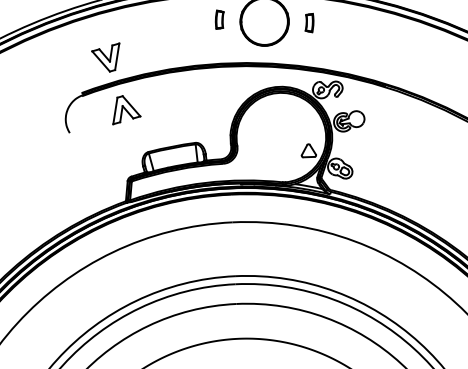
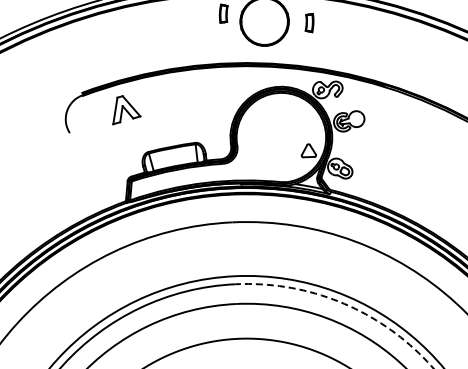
part at (219, 19) position: (219, 19) -> (223, 13)
part at (105, 57): present -> none
arc at (343, 303): solid -> dashed
